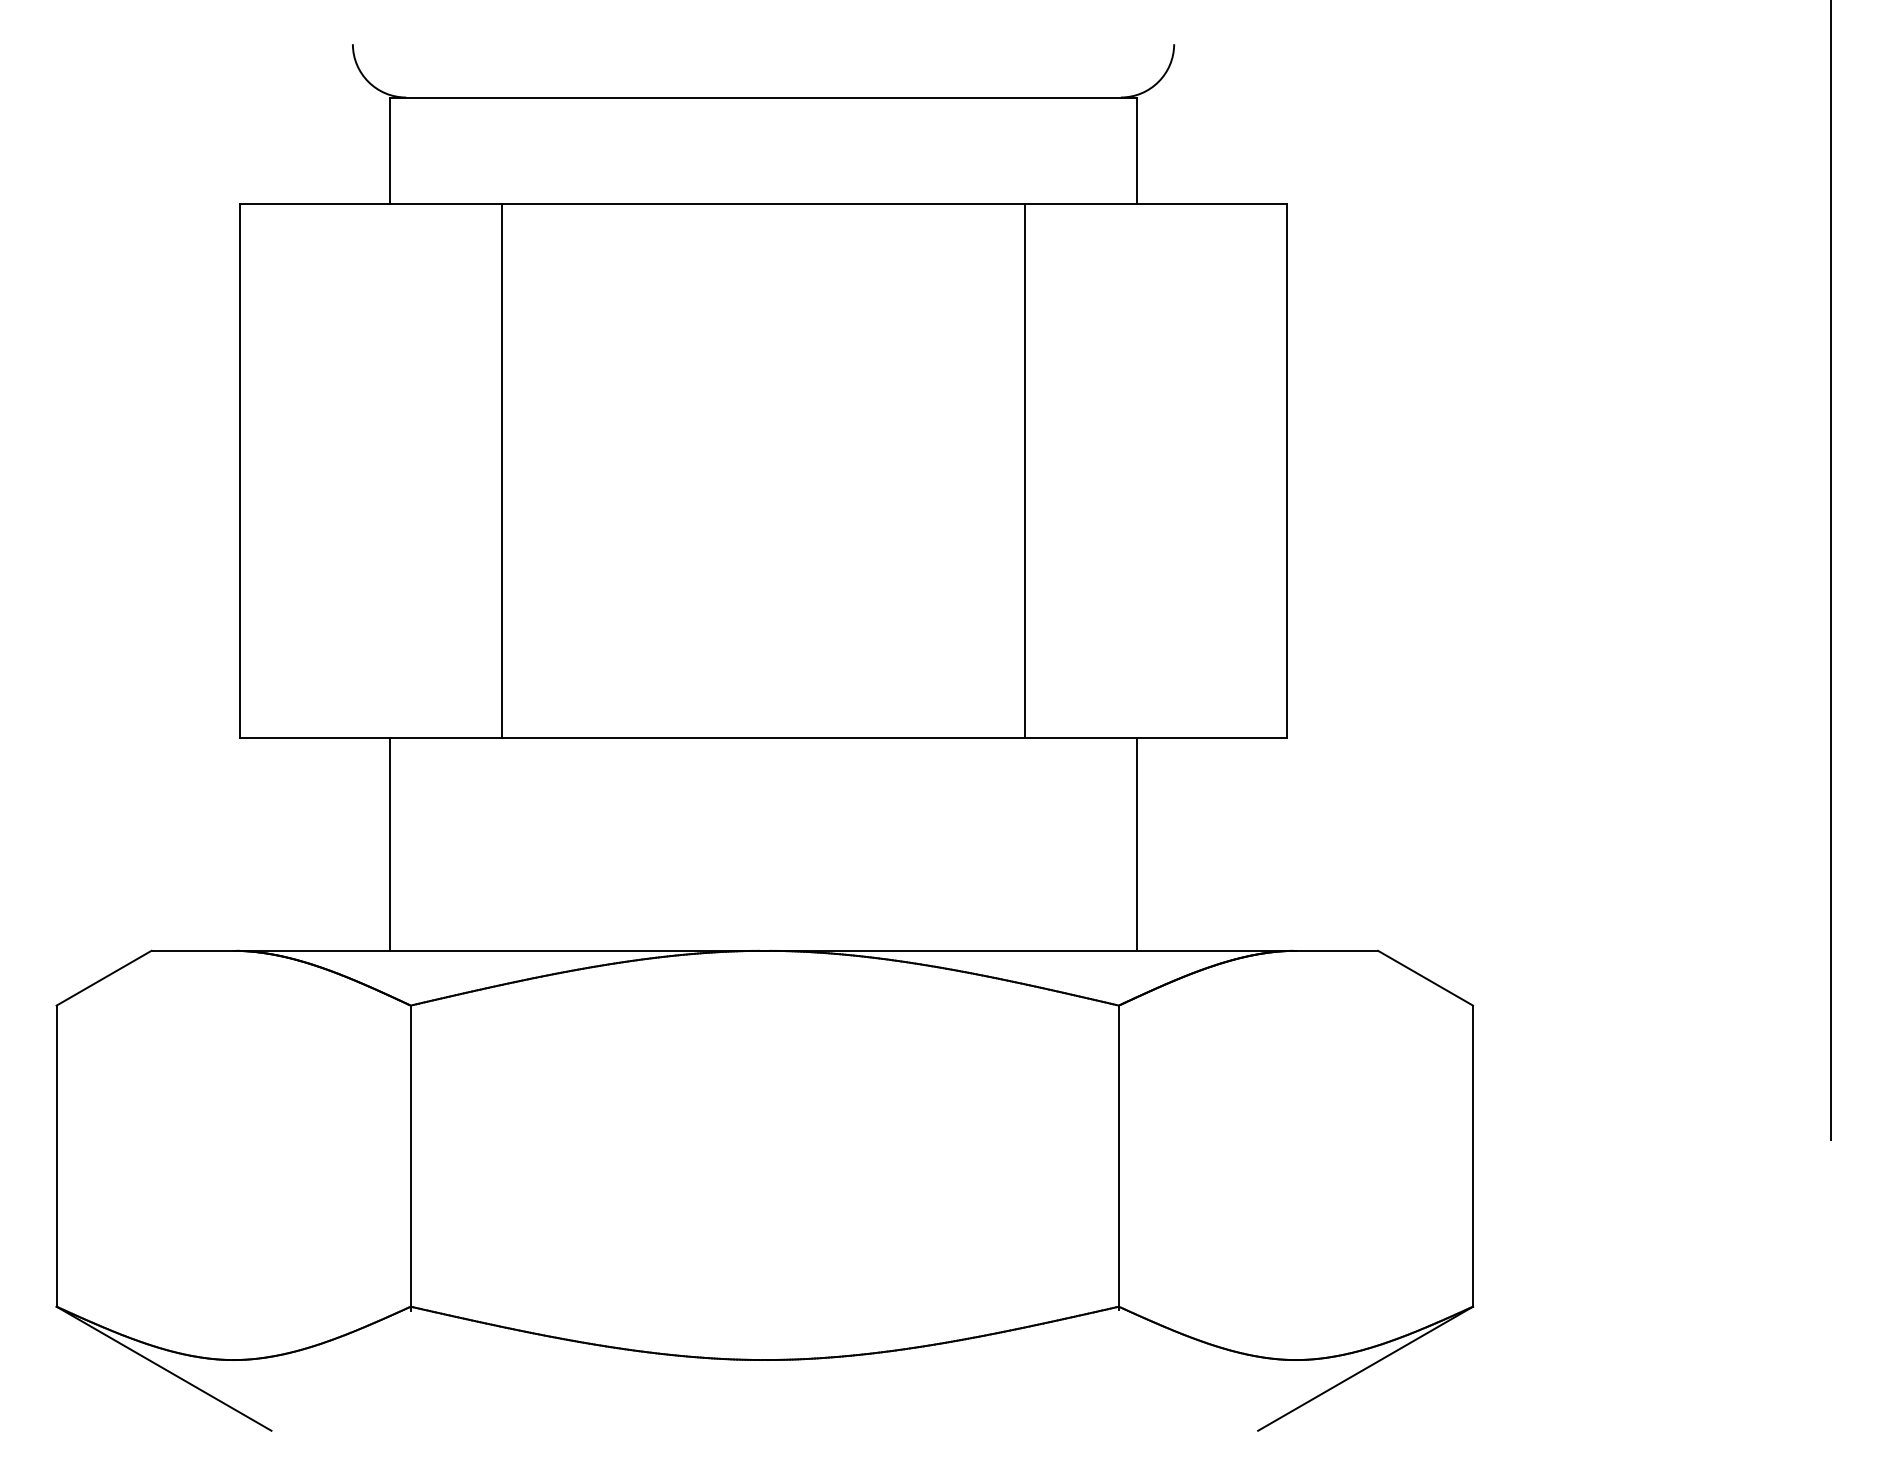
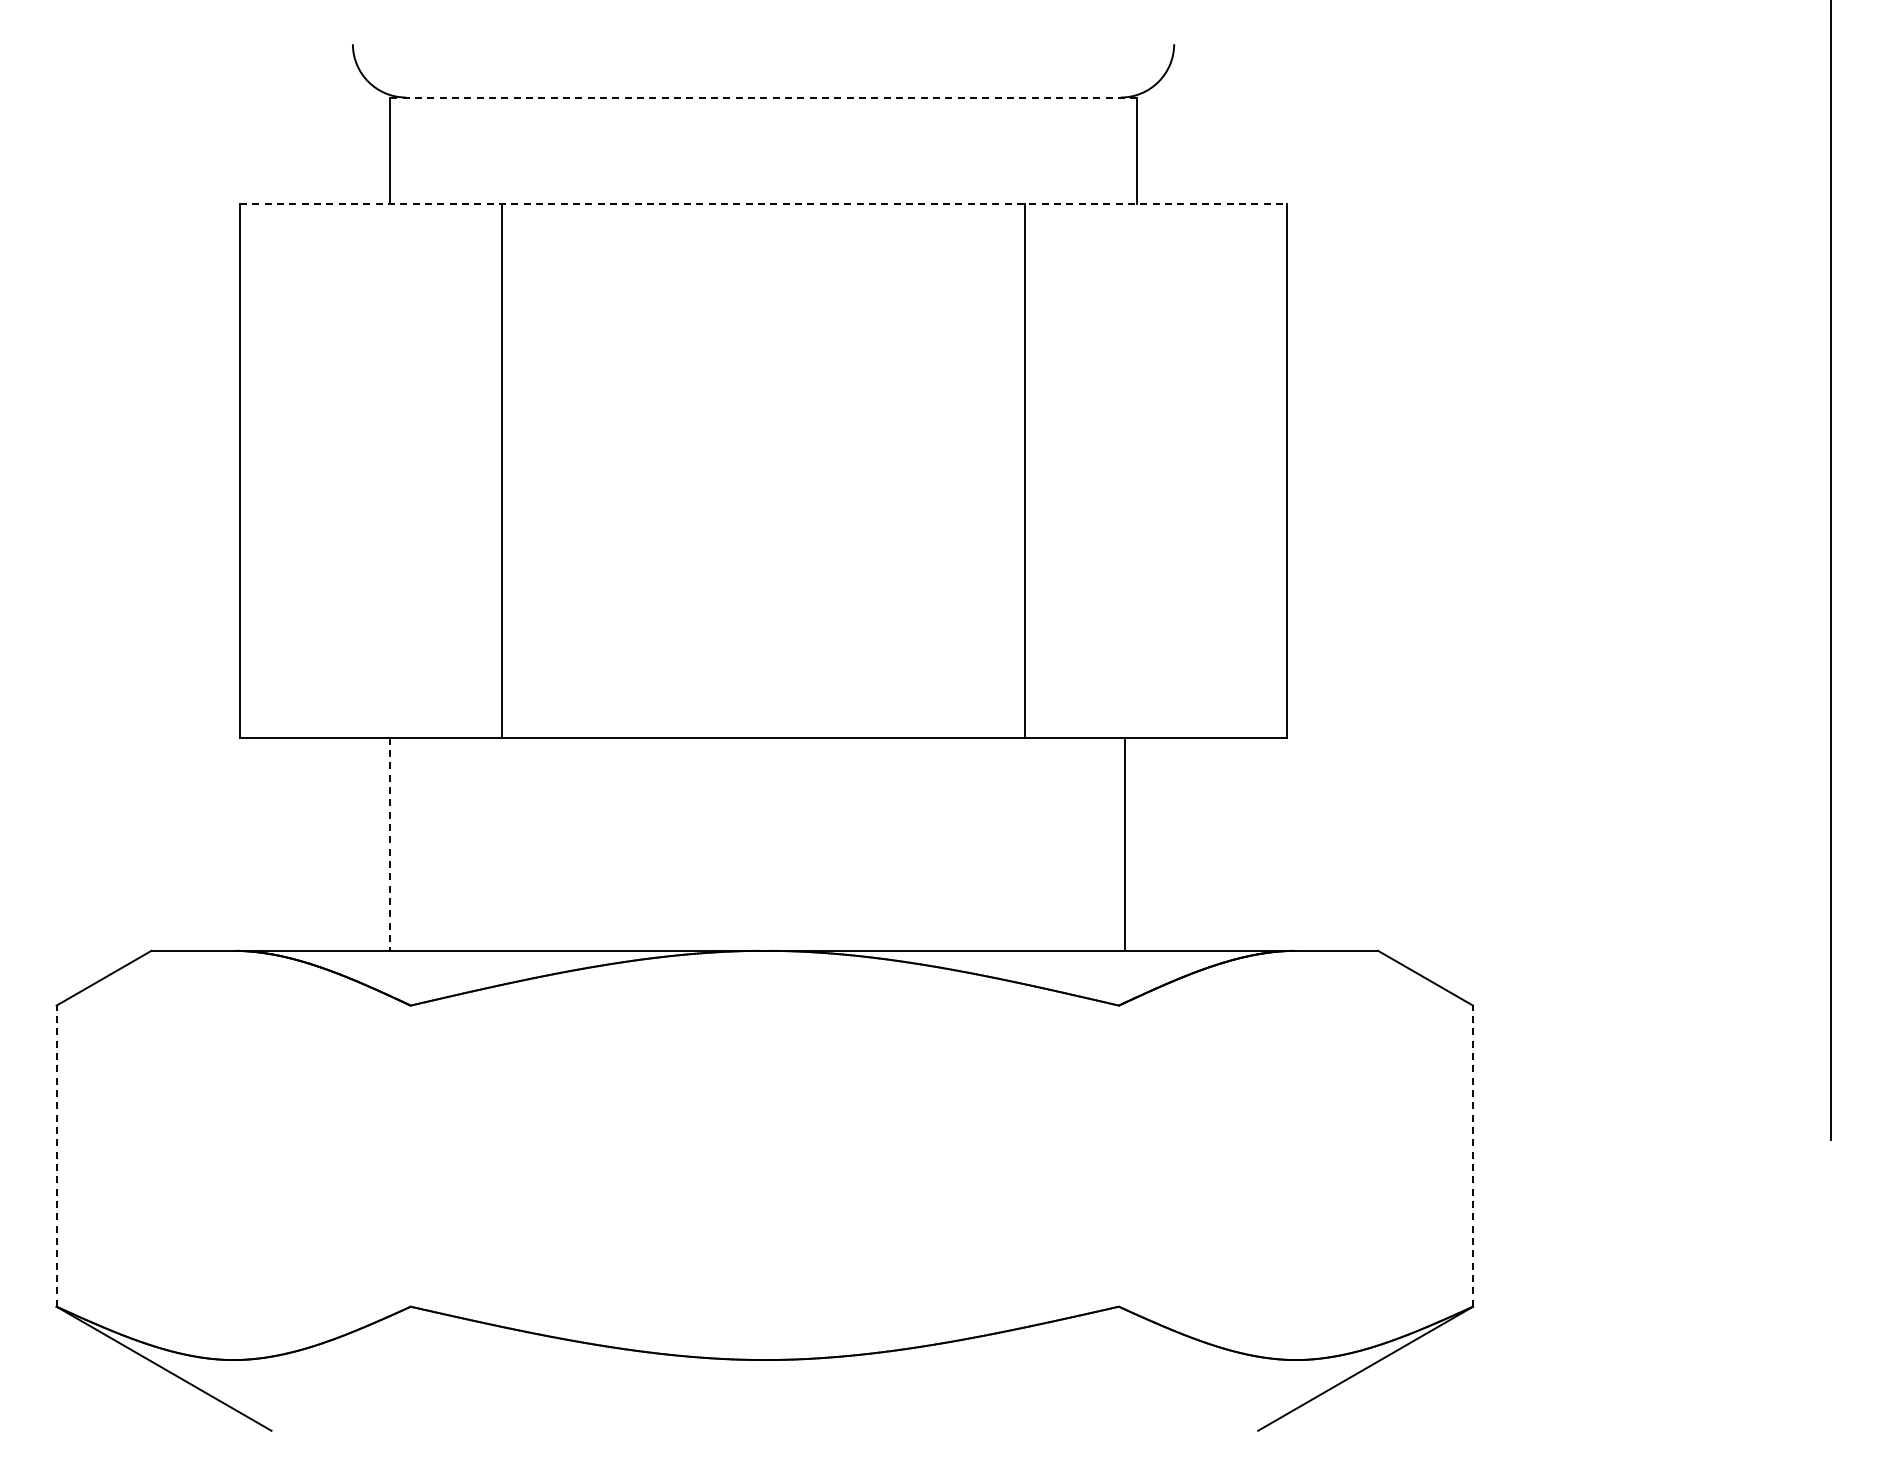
line at (764, 97): solid -> dashed
line at (764, 204): solid -> dashed
line at (1136, 843) position: (1136, 843) -> (1124, 843)
line at (390, 844): solid -> dashed
line at (56, 1156): solid -> dashed
line at (1473, 1156): solid -> dashed
line at (1118, 1157): present -> none
line at (410, 1158): present -> none
